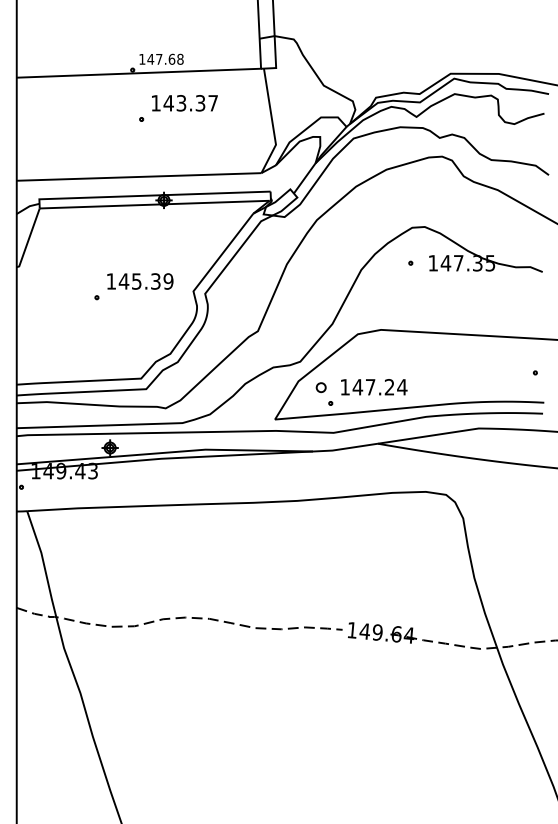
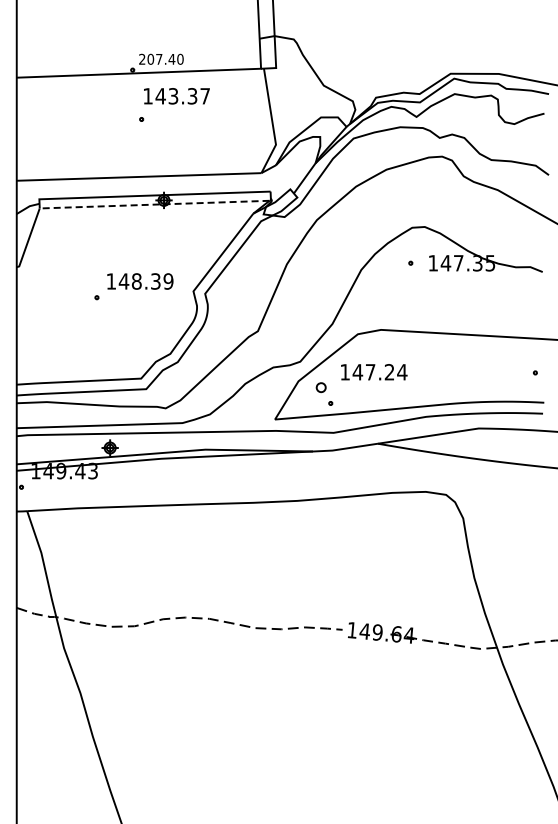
text at (161, 58): 147.68 -> 207.40
text at (184, 103) position: (184, 103) -> (176, 96)
line at (154, 204): solid -> dashed
text at (136, 281): 145.39 -> 148.39
text at (374, 387) position: (374, 387) -> (374, 372)
